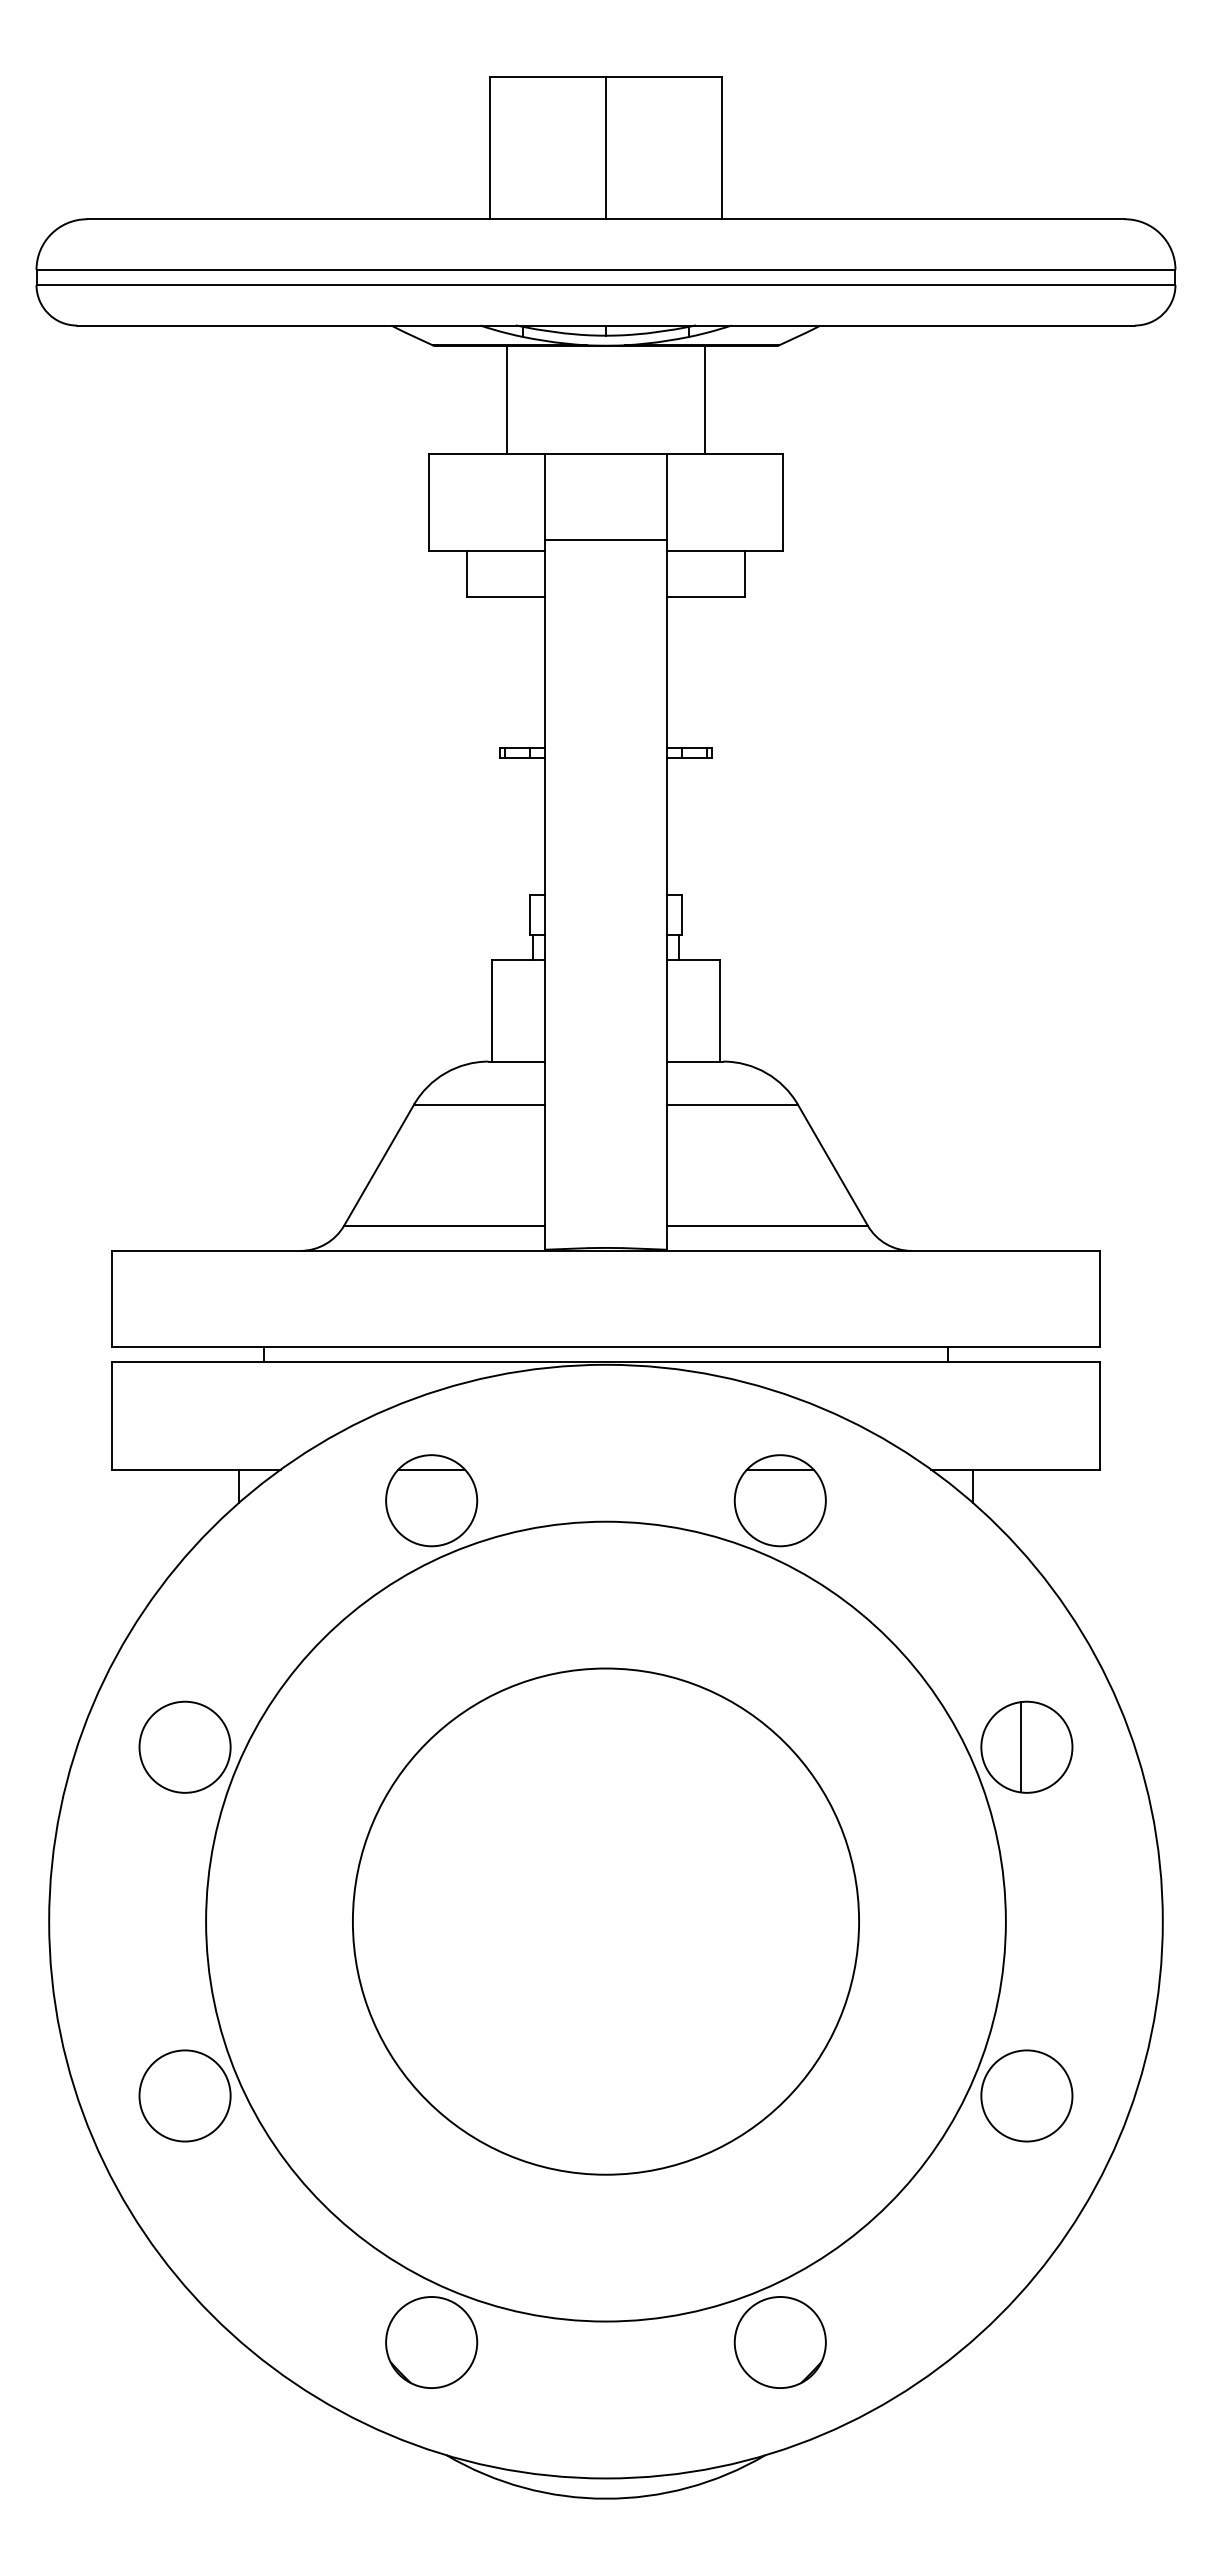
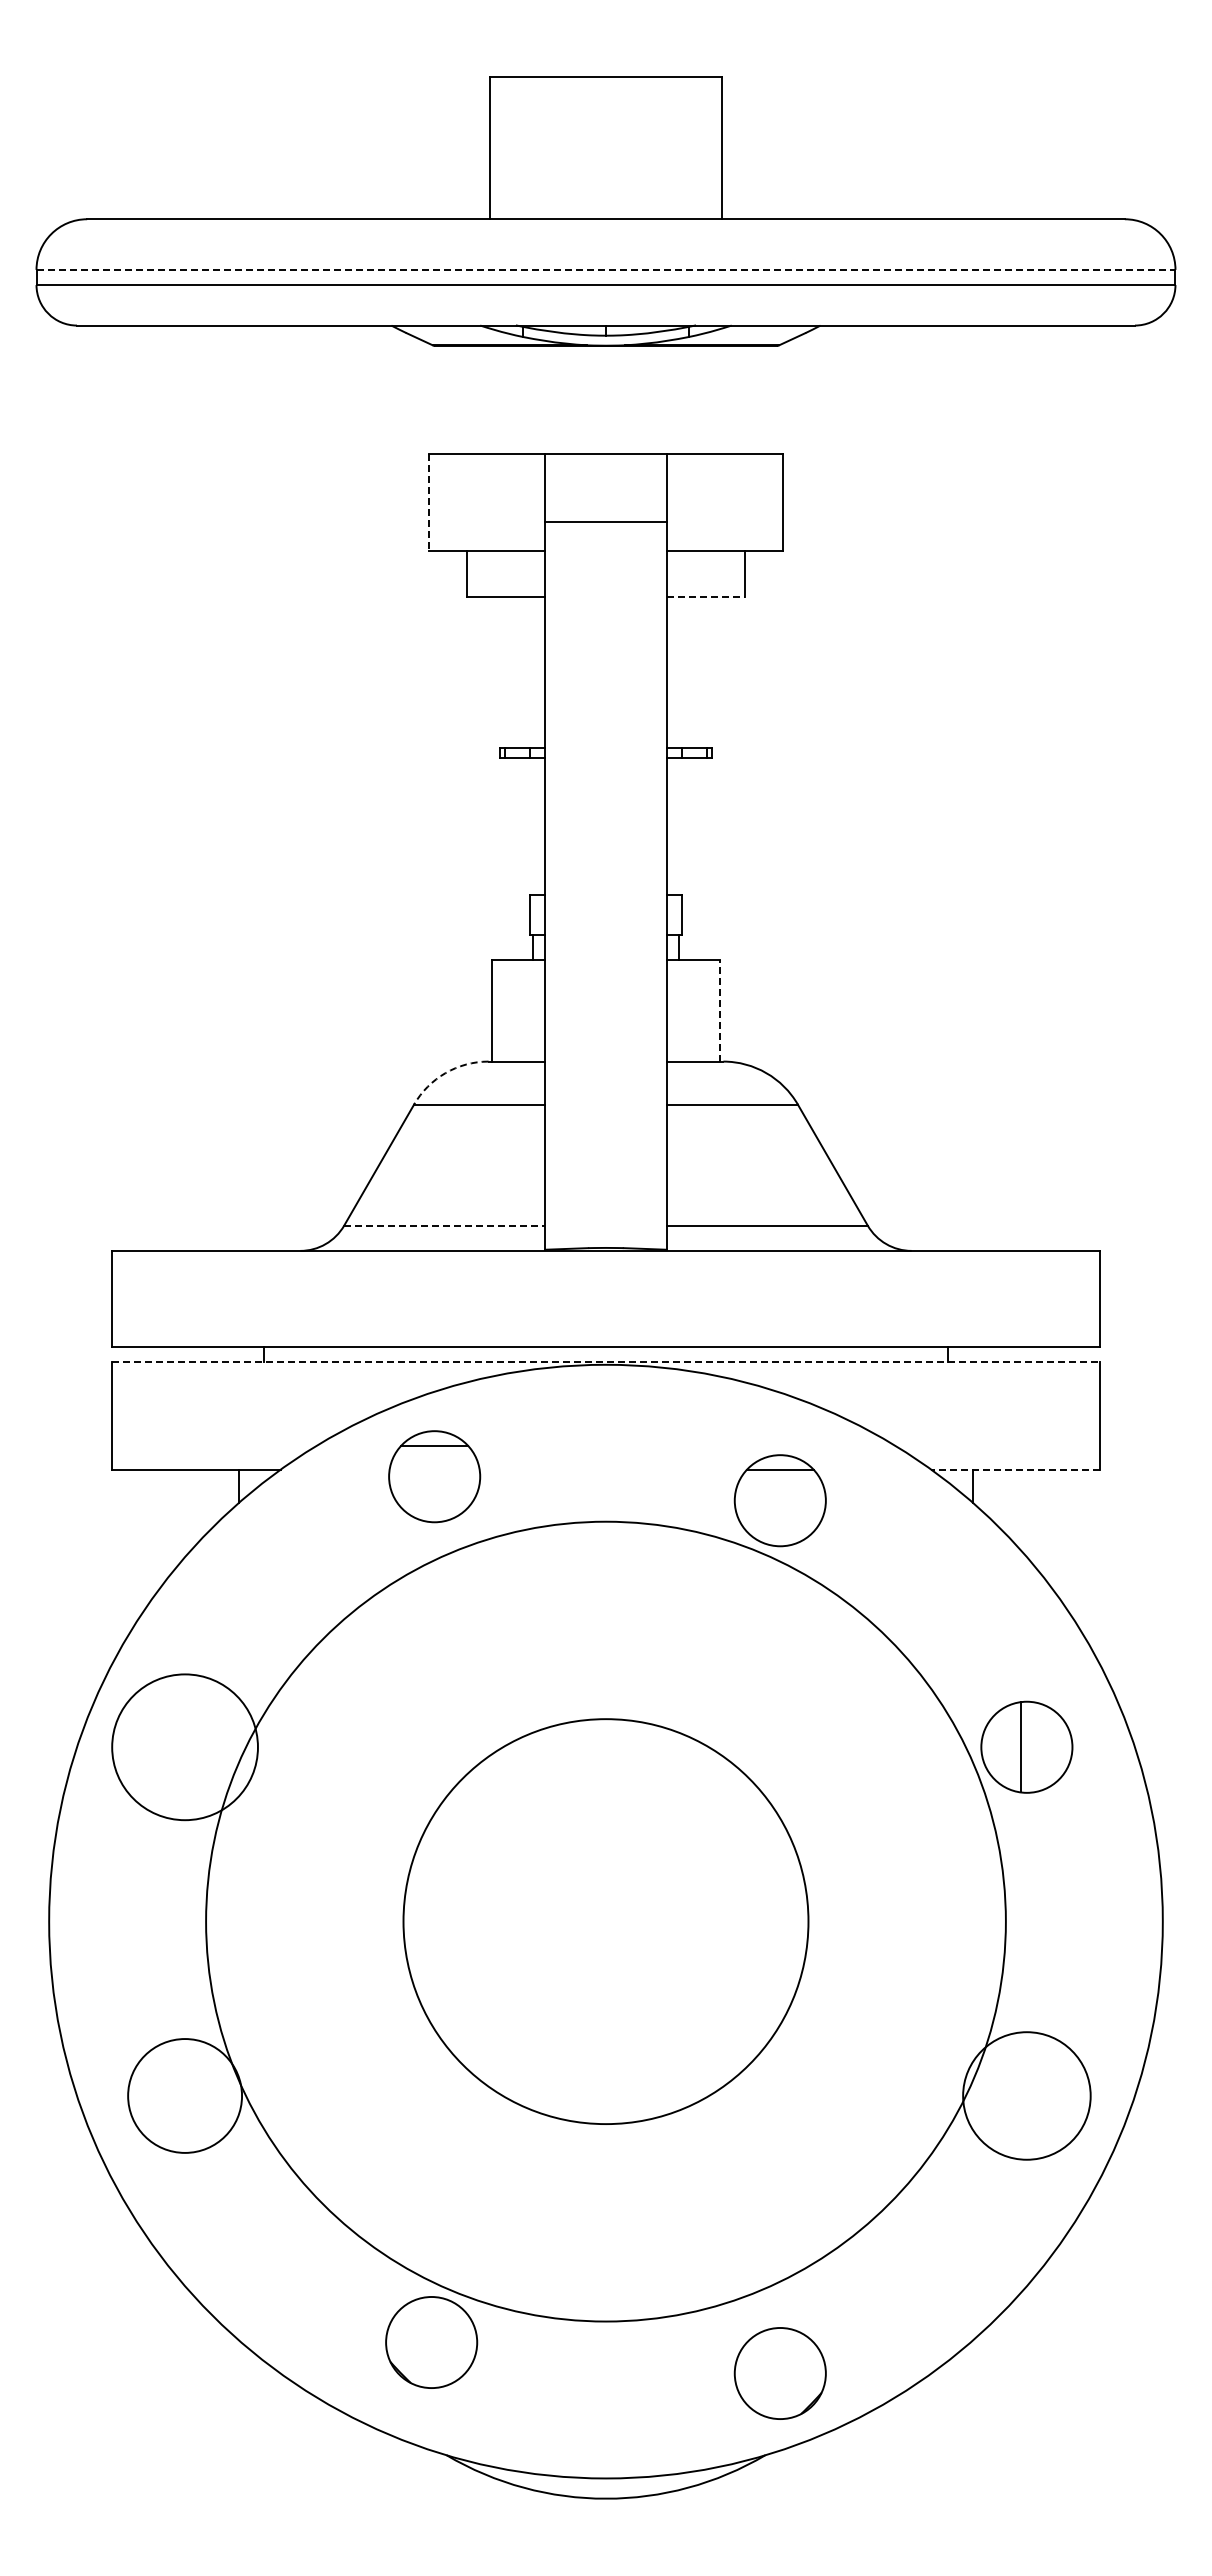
line at (606, 148): present -> none
line at (606, 269): solid -> dashed
line at (507, 399): present -> none
line at (704, 399): present -> none
line at (428, 502): solid -> dashed
line at (605, 539) position: (605, 539) -> (605, 521)
line at (706, 596): solid -> dashed
line at (719, 1010): solid -> dashed
arc at (445, 1073): solid -> dashed
line at (444, 1225): solid -> dashed
line at (606, 1362): solid -> dashed
line at (1015, 1469): solid -> dashed
part at (431, 1500) position: (431, 1500) -> (434, 1476)
circle at (184, 1746) diameter: 91 px -> 146 px
circle at (605, 1921) diameter: 506 px -> 405 px
circle at (184, 2095) diameter: 91 px -> 114 px
circle at (1026, 2095) diameter: 91 px -> 128 px
circle at (779, 2342) position: (779, 2342) -> (779, 2373)
